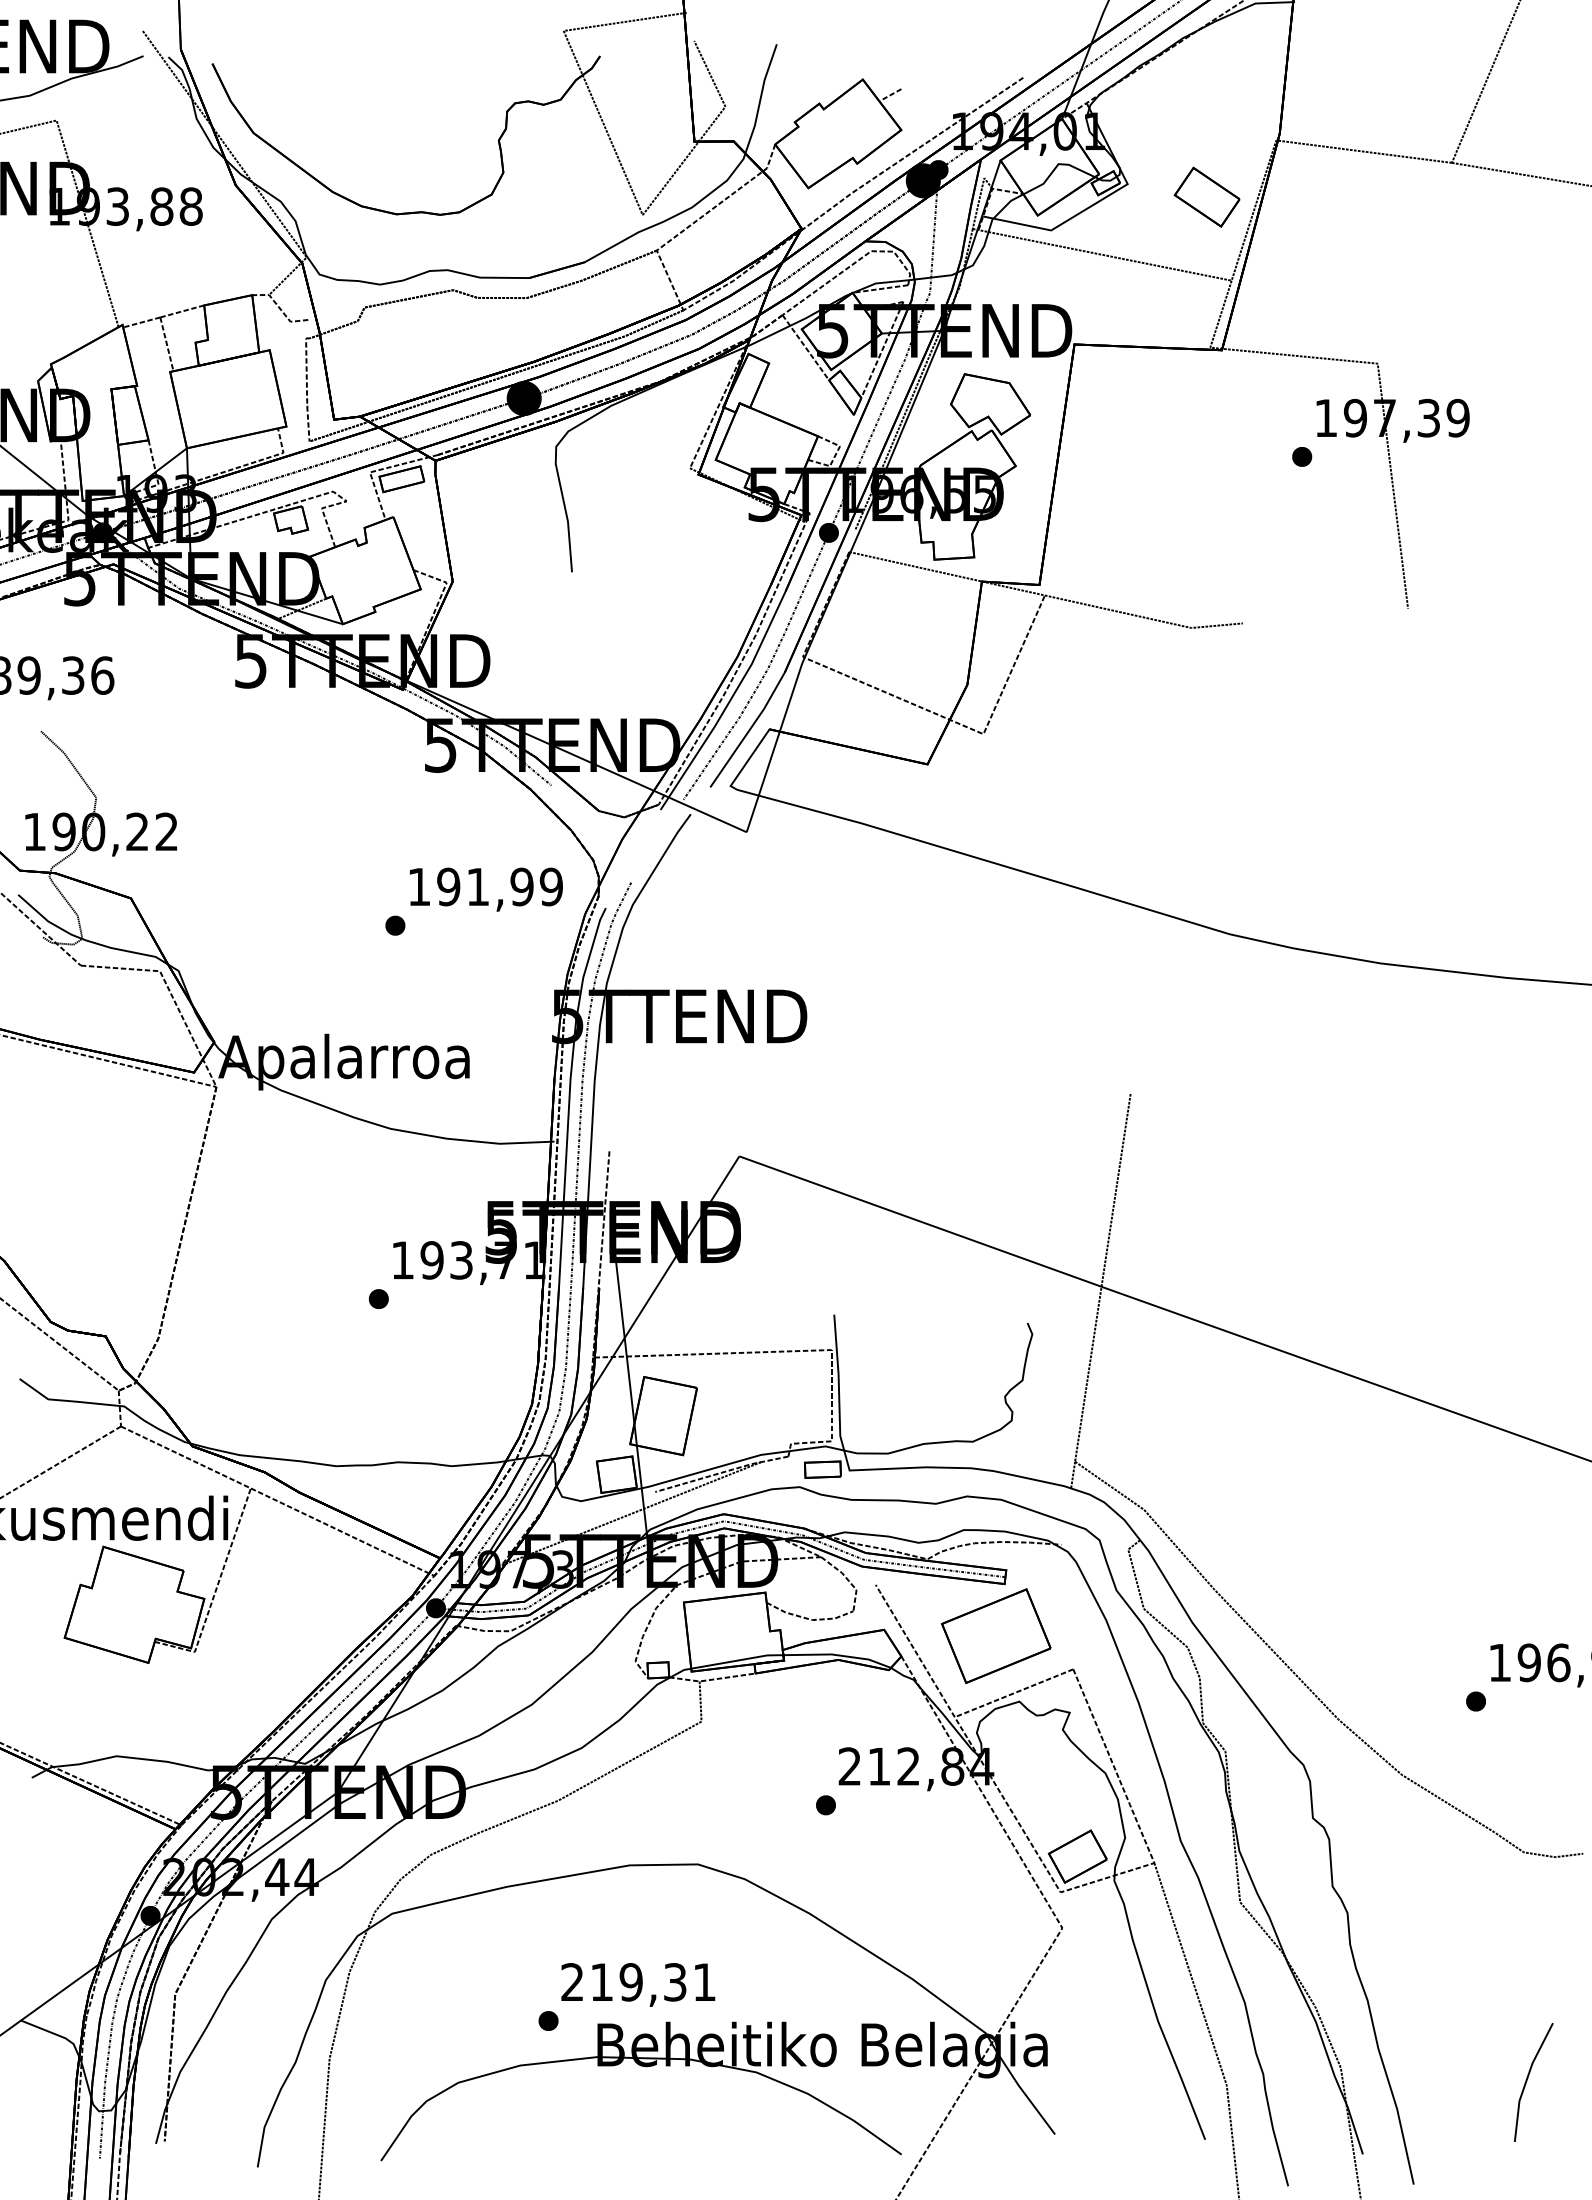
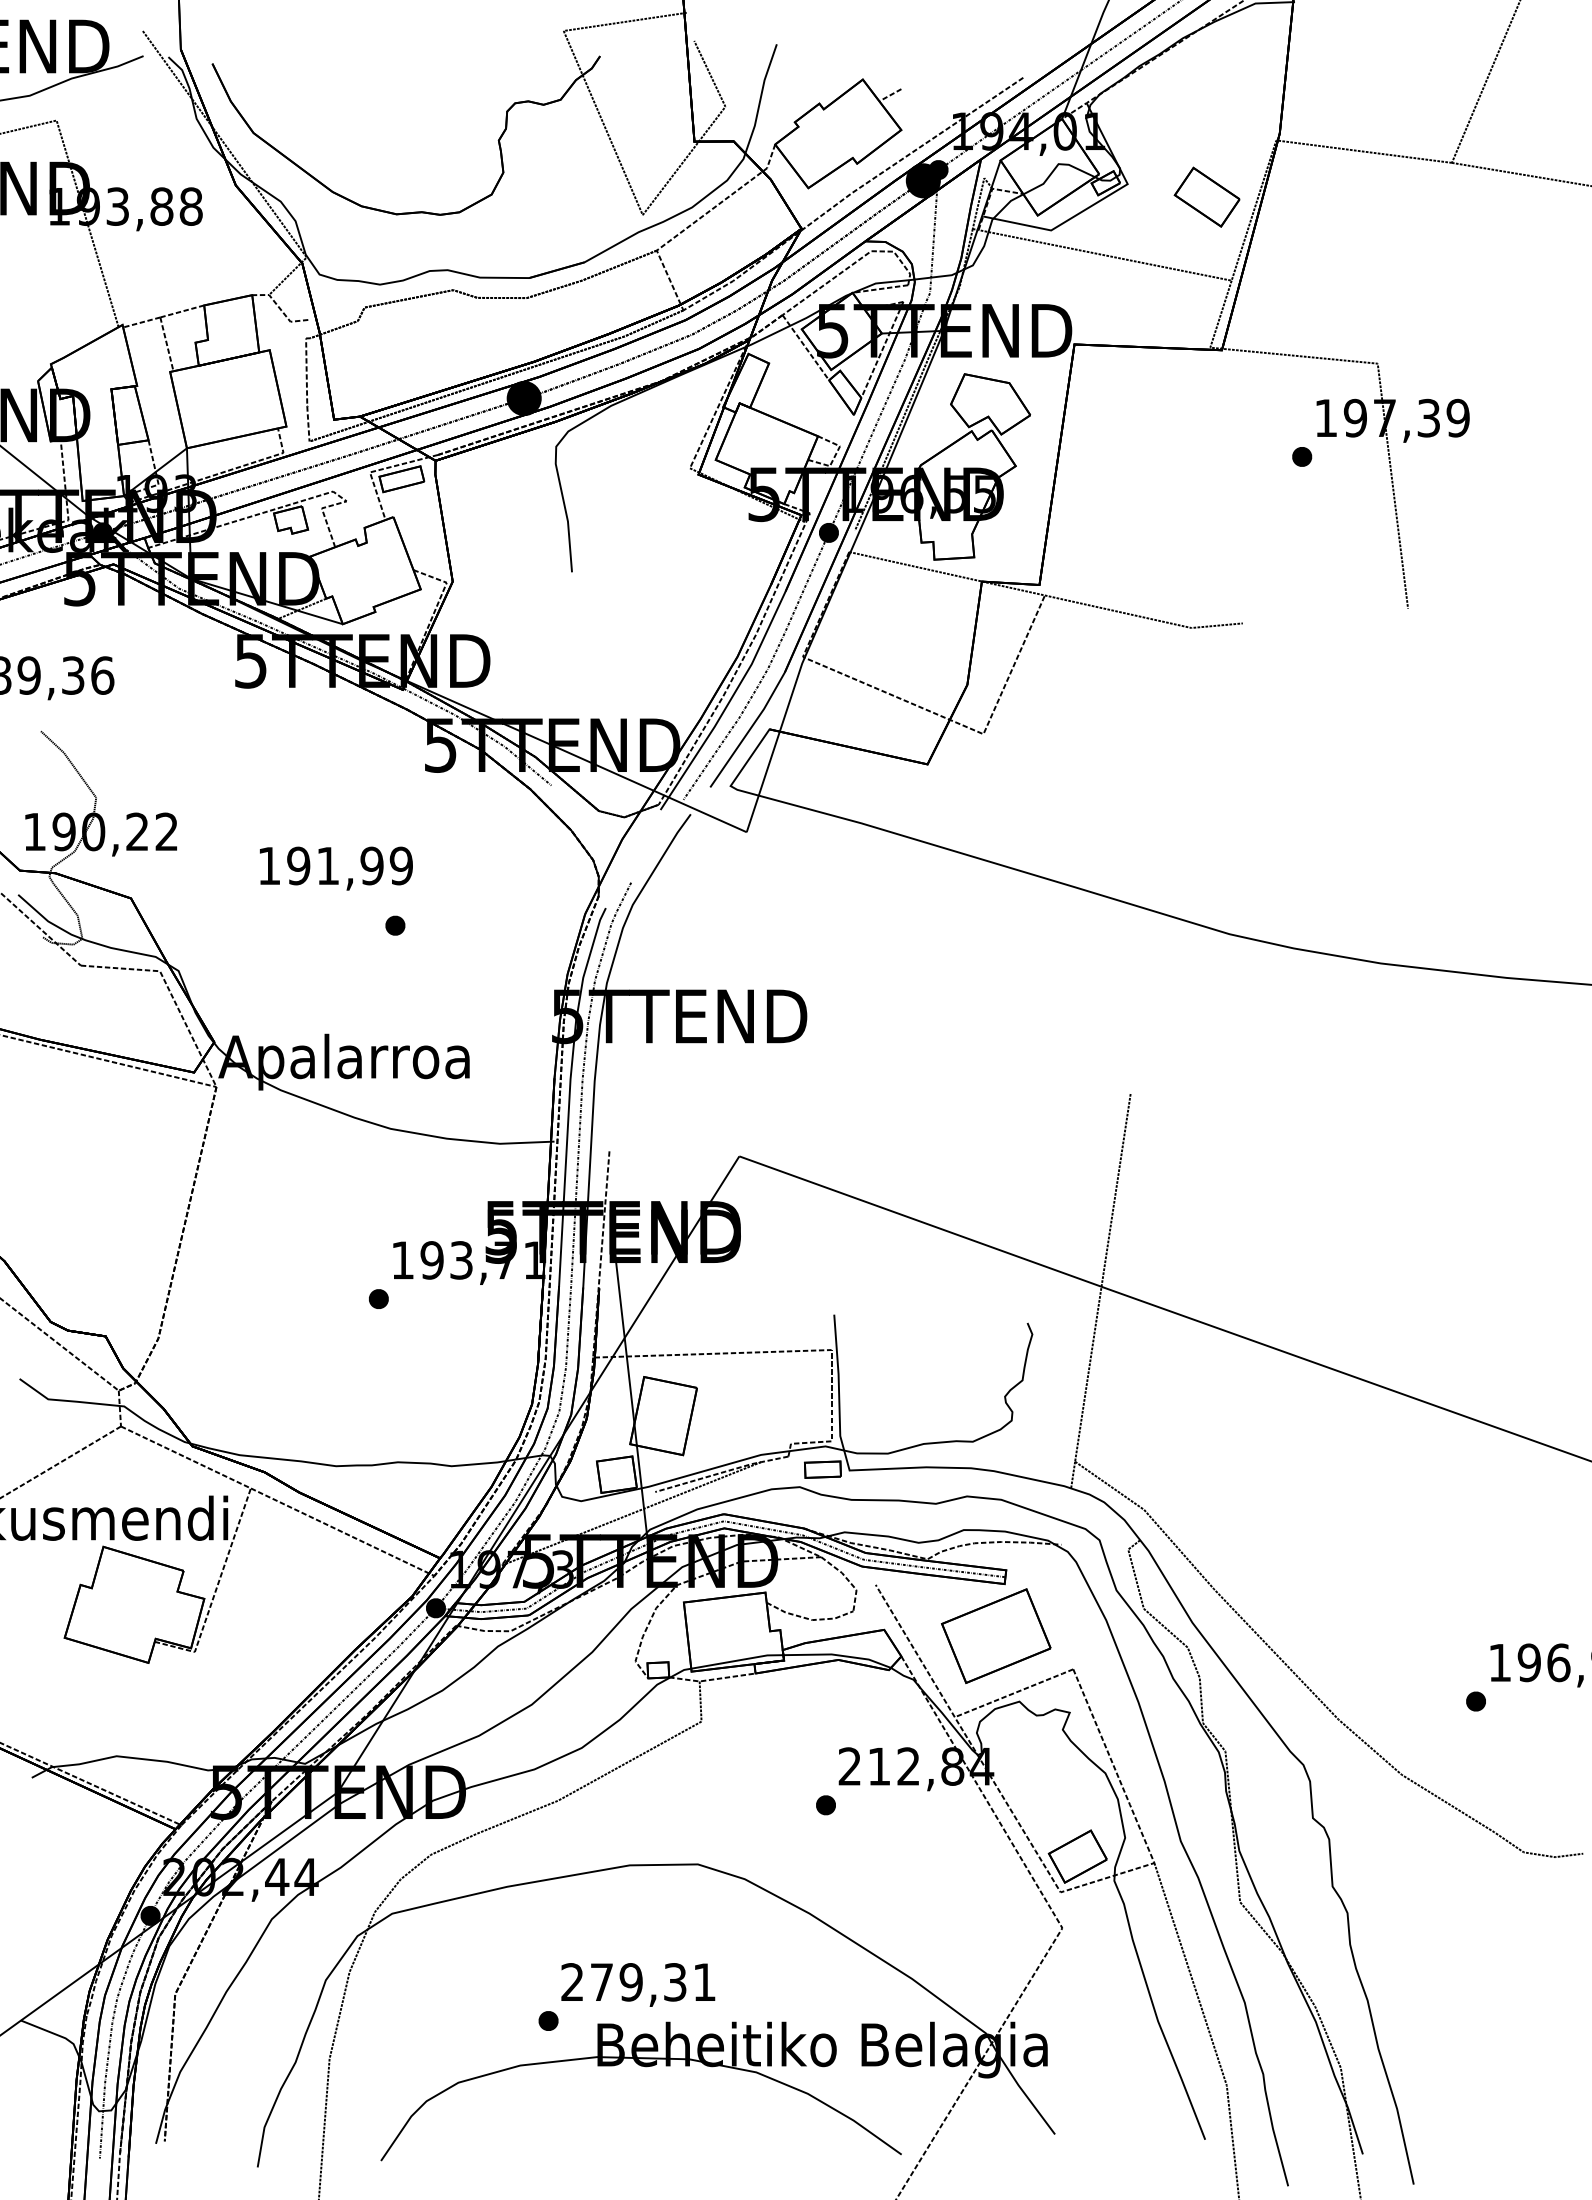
text at (486, 889) position: (486, 889) -> (336, 868)
text at (601, 1981): 219,31 -> 279,31
line at (1527, 2081): present -> none
